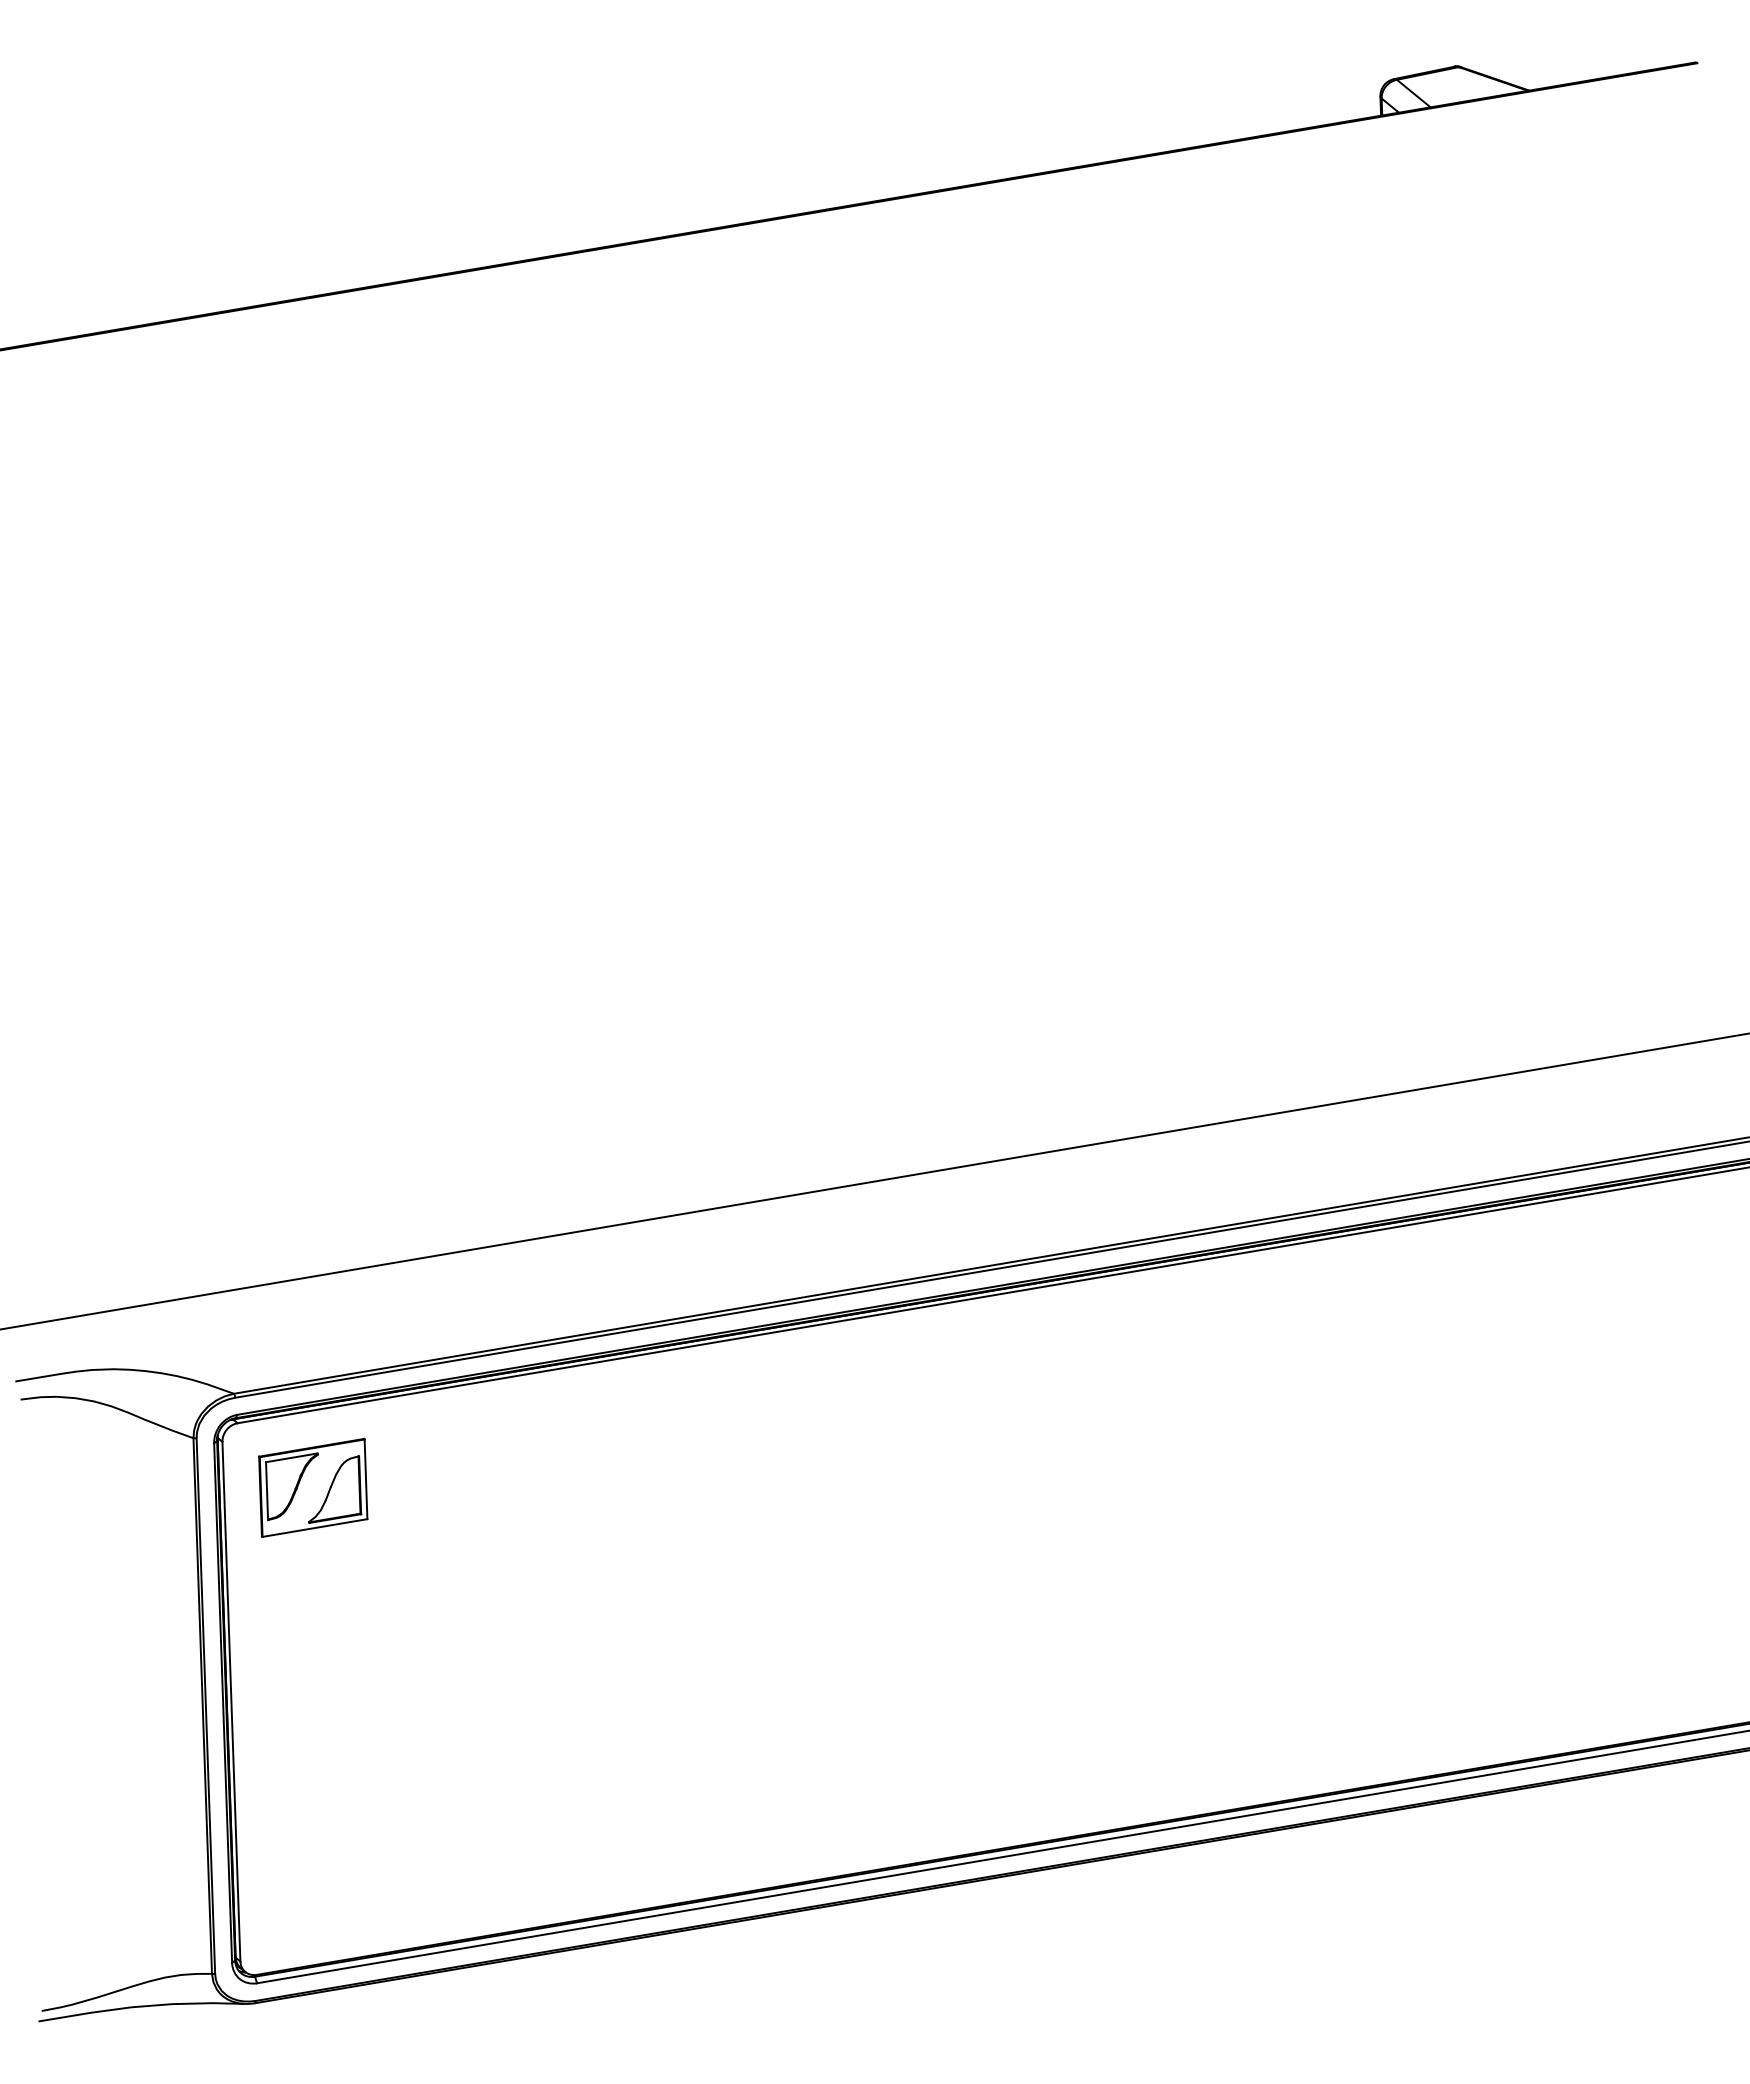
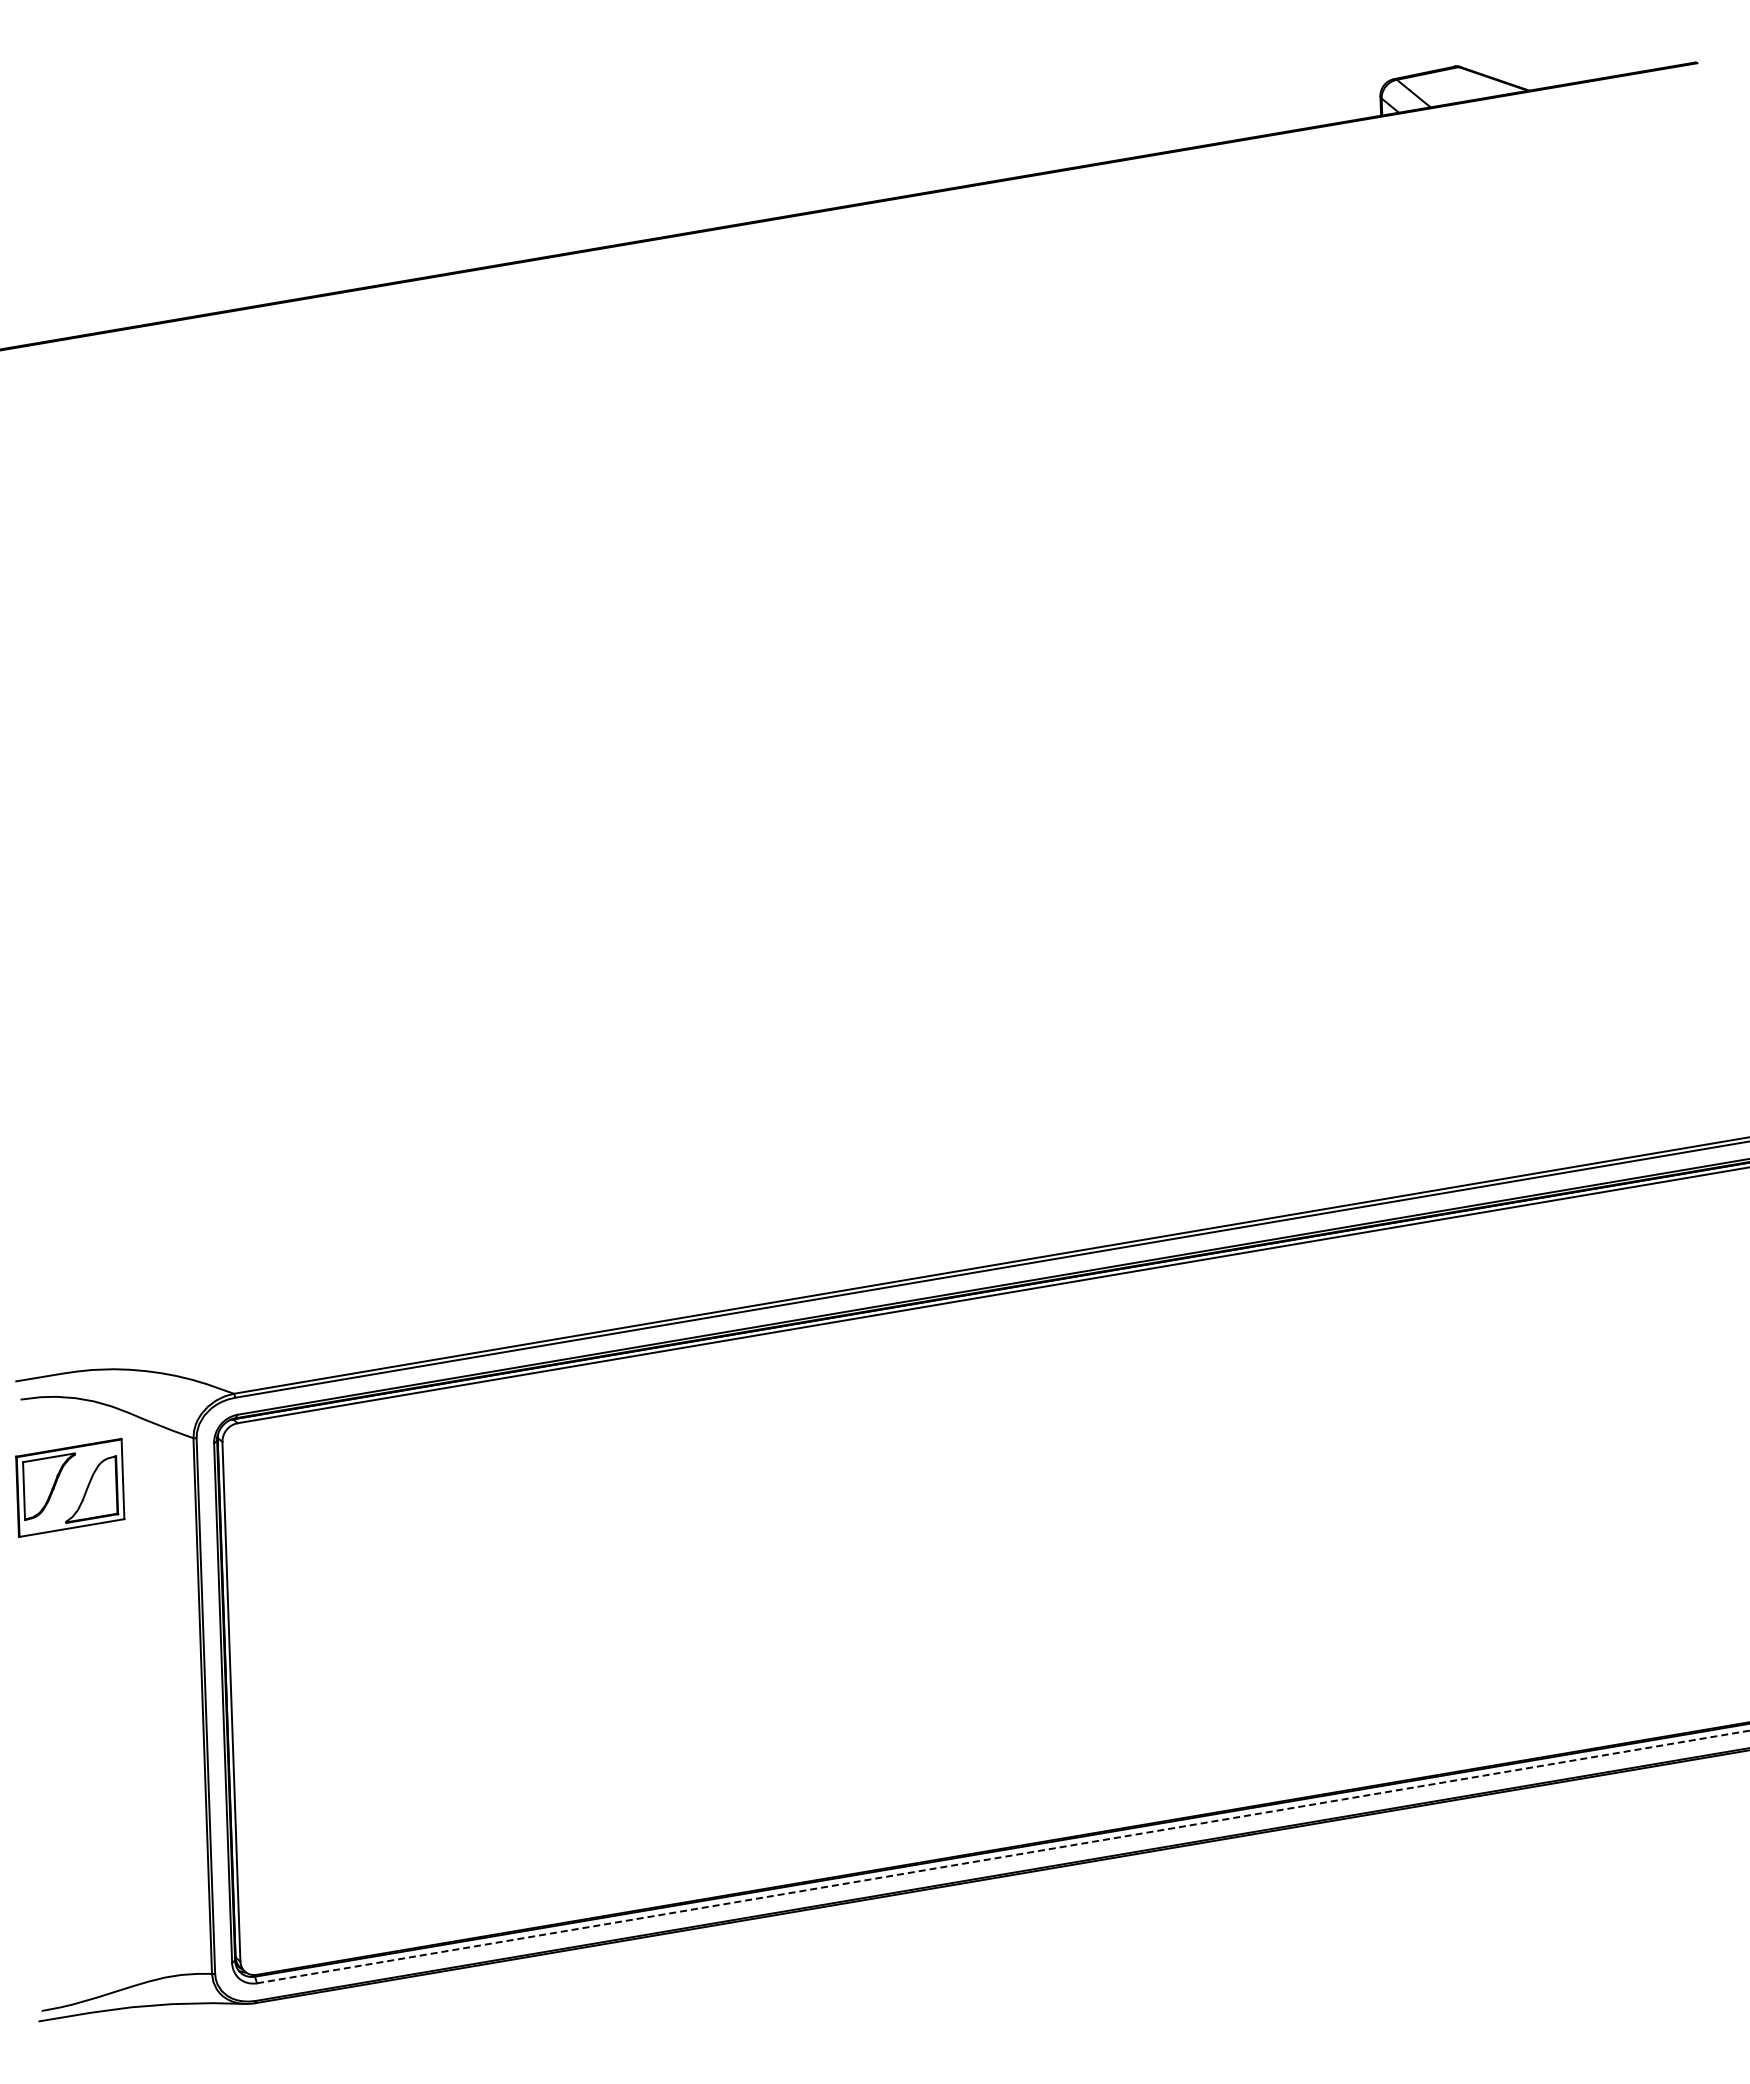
line at (874, 1181): present -> none
part at (313, 1487) position: (313, 1487) -> (70, 1487)
line at (1003, 1856): solid -> dashed
